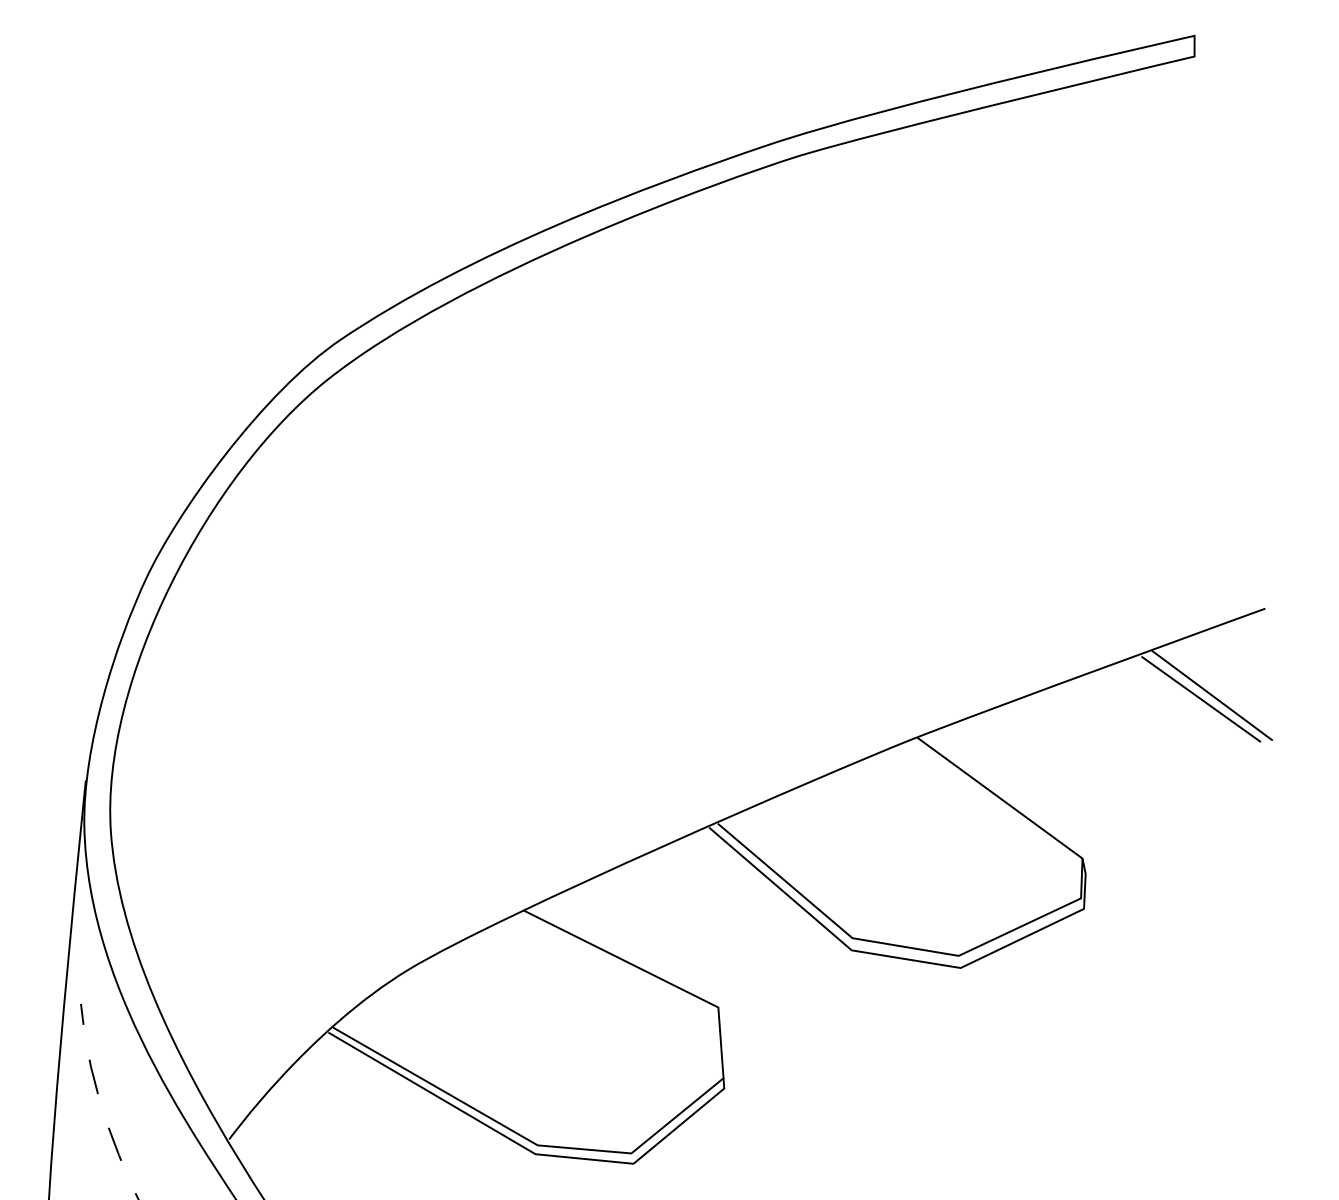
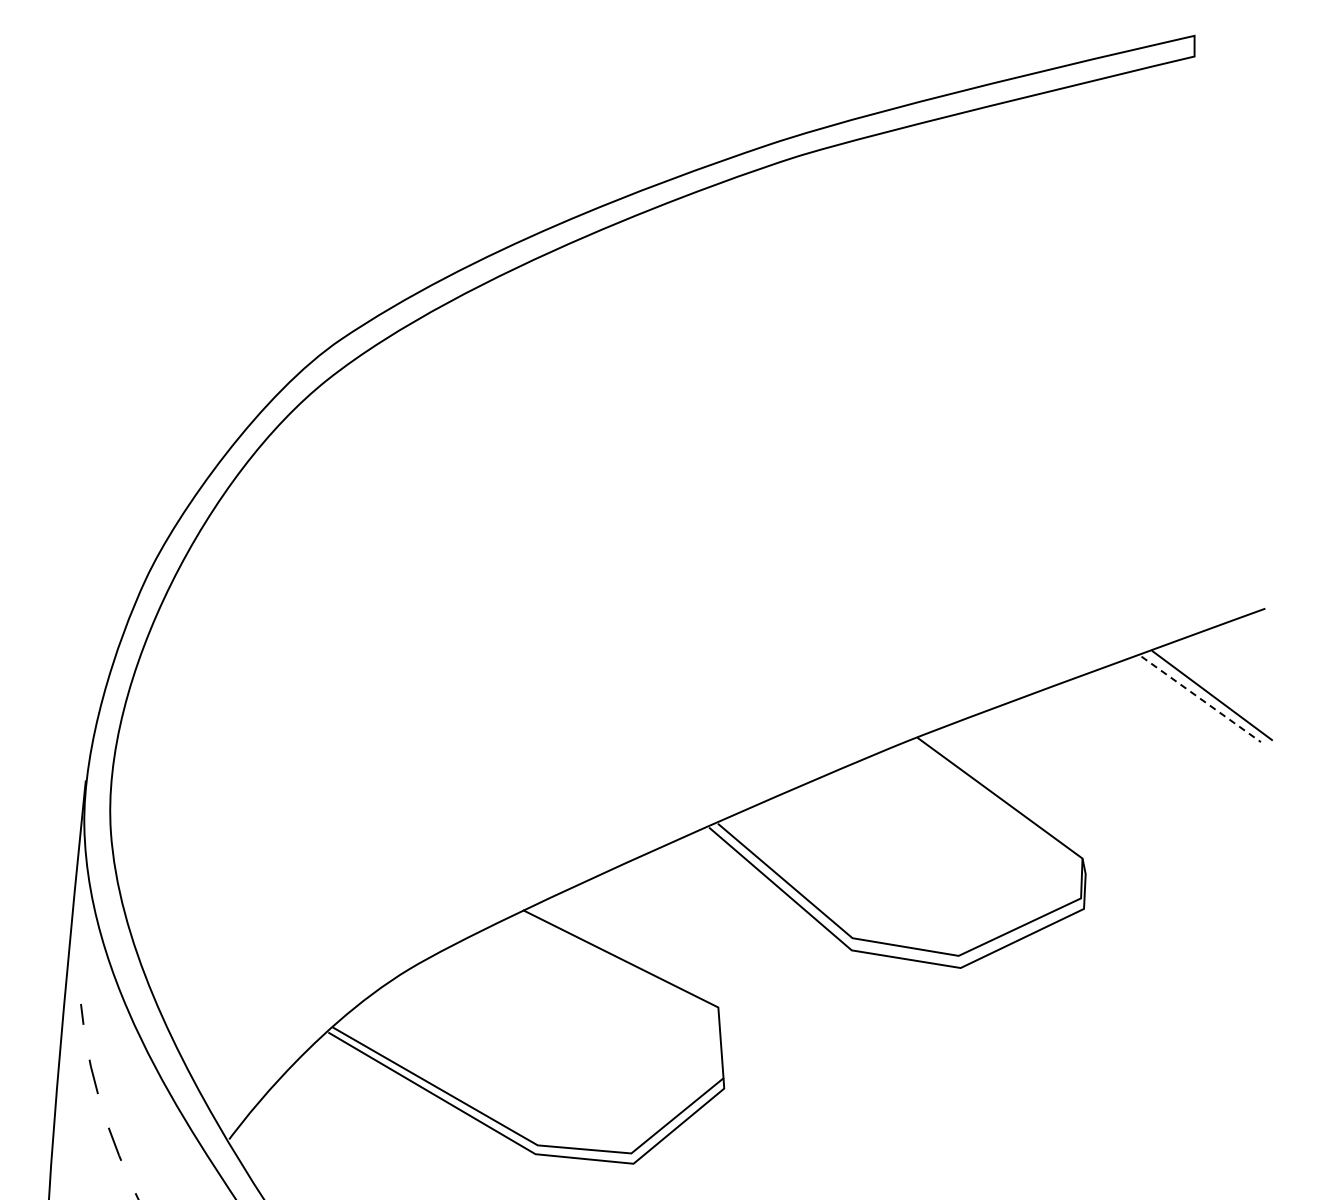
line at (1201, 699): solid -> dashed
